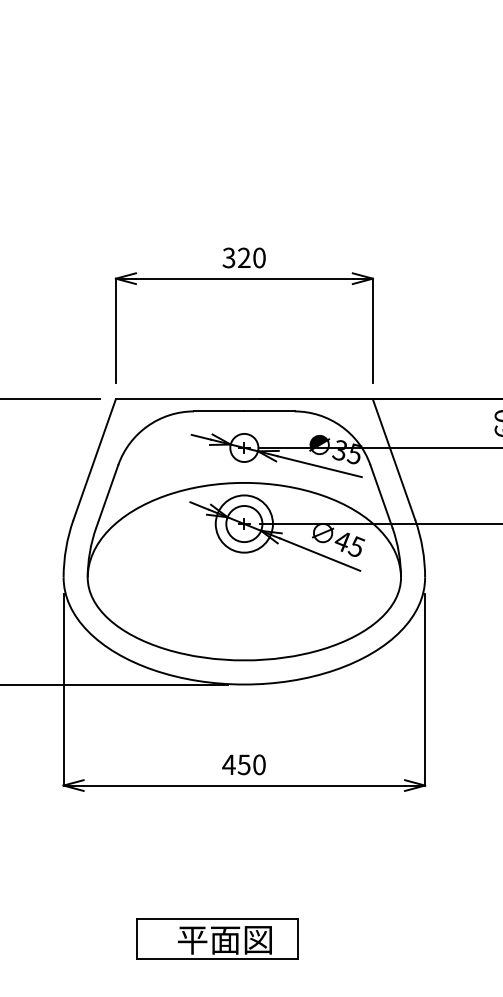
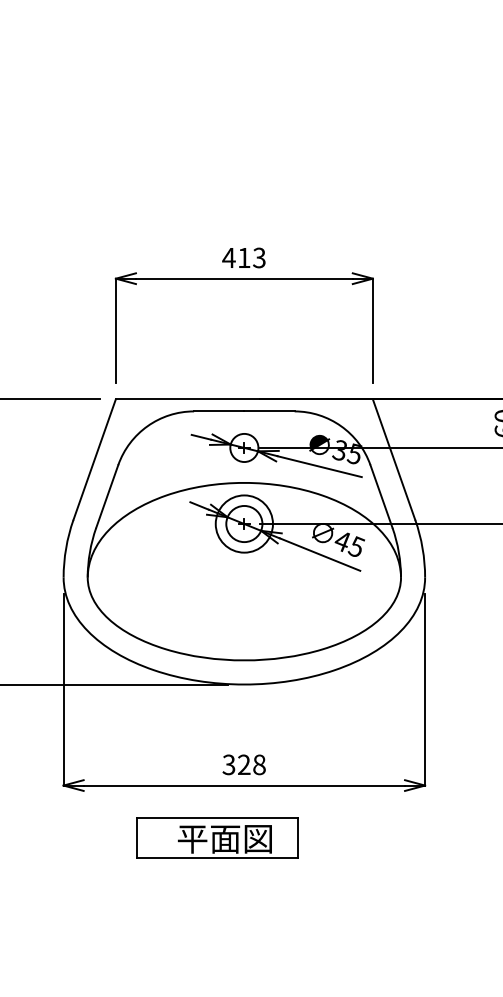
text at (243, 257): 320 -> 413
text at (243, 764): 450 -> 328
part at (217, 938) position: (217, 938) -> (217, 837)
